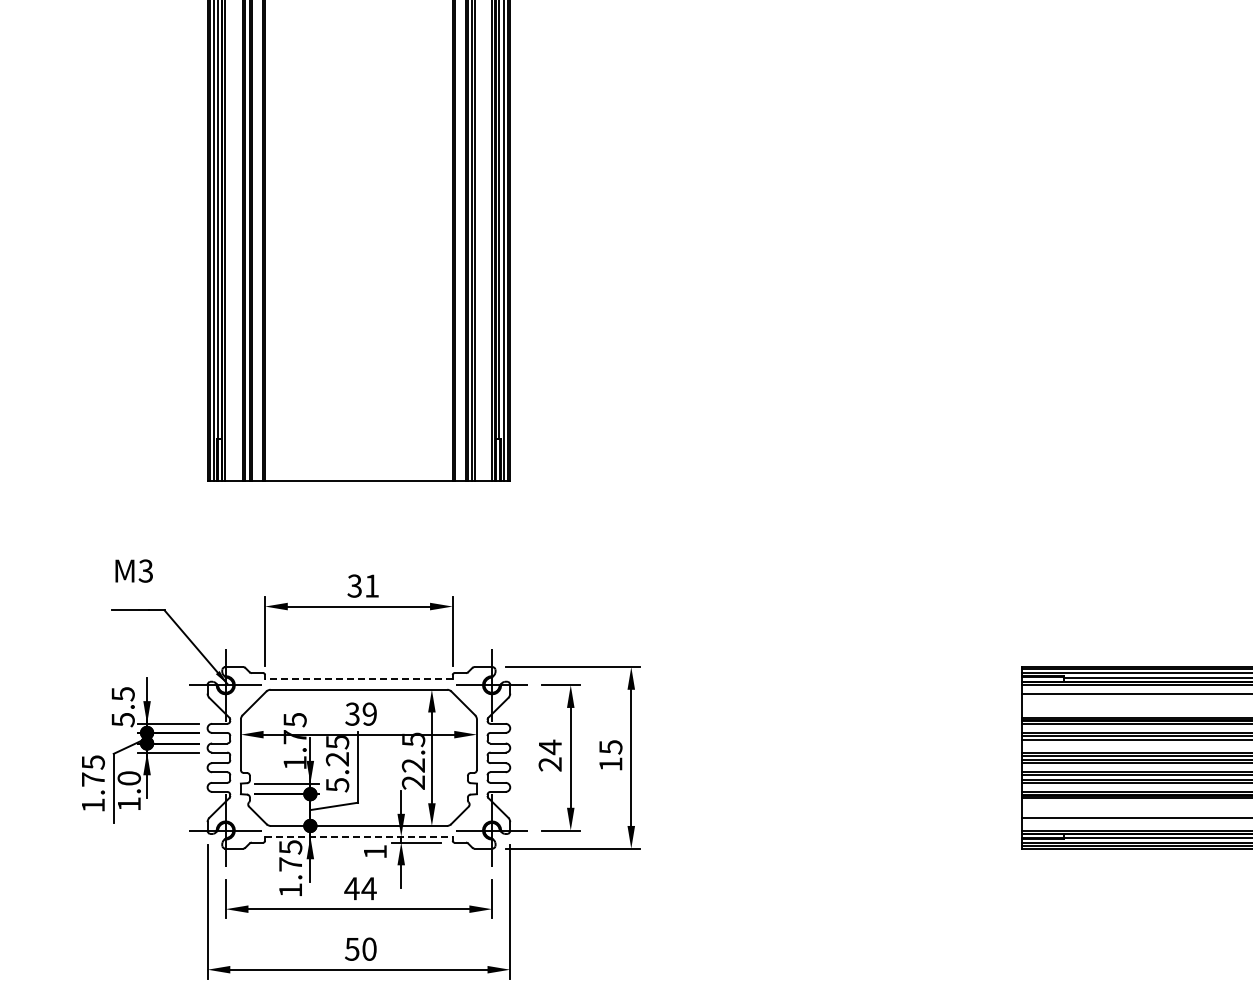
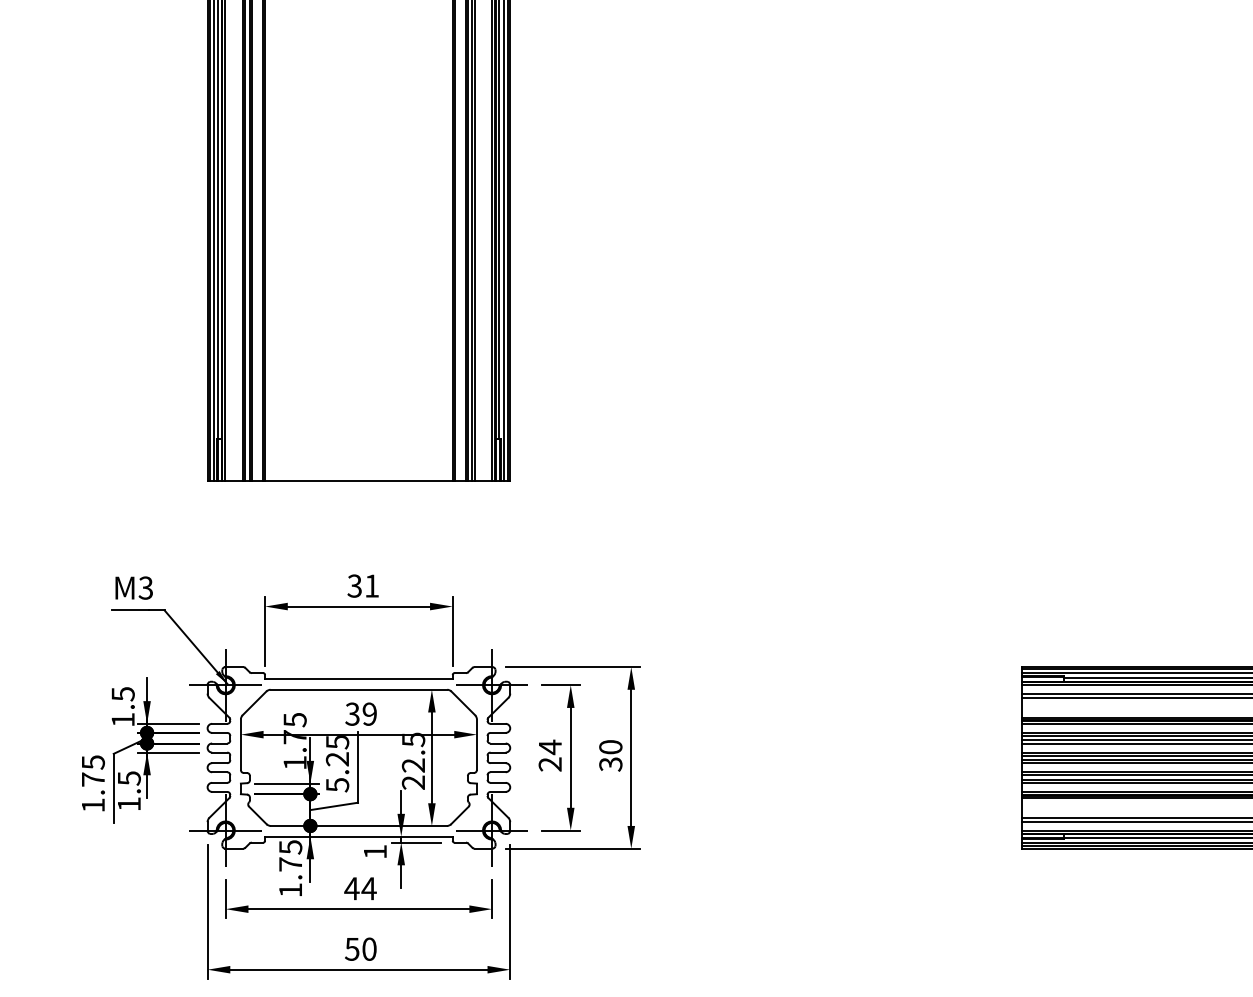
text at (133, 570) position: (133, 570) -> (133, 587)
line at (358, 679): dashed -> solid
line at (1135, 697): none -> present
text at (122, 720): 5.5 -> 1.5
line at (1135, 743): none -> present
text at (610, 755): 15 -> 30
text at (128, 778): 1.0 -> 1.5
line at (1135, 822): none -> present
line at (358, 836): dashed -> solid
